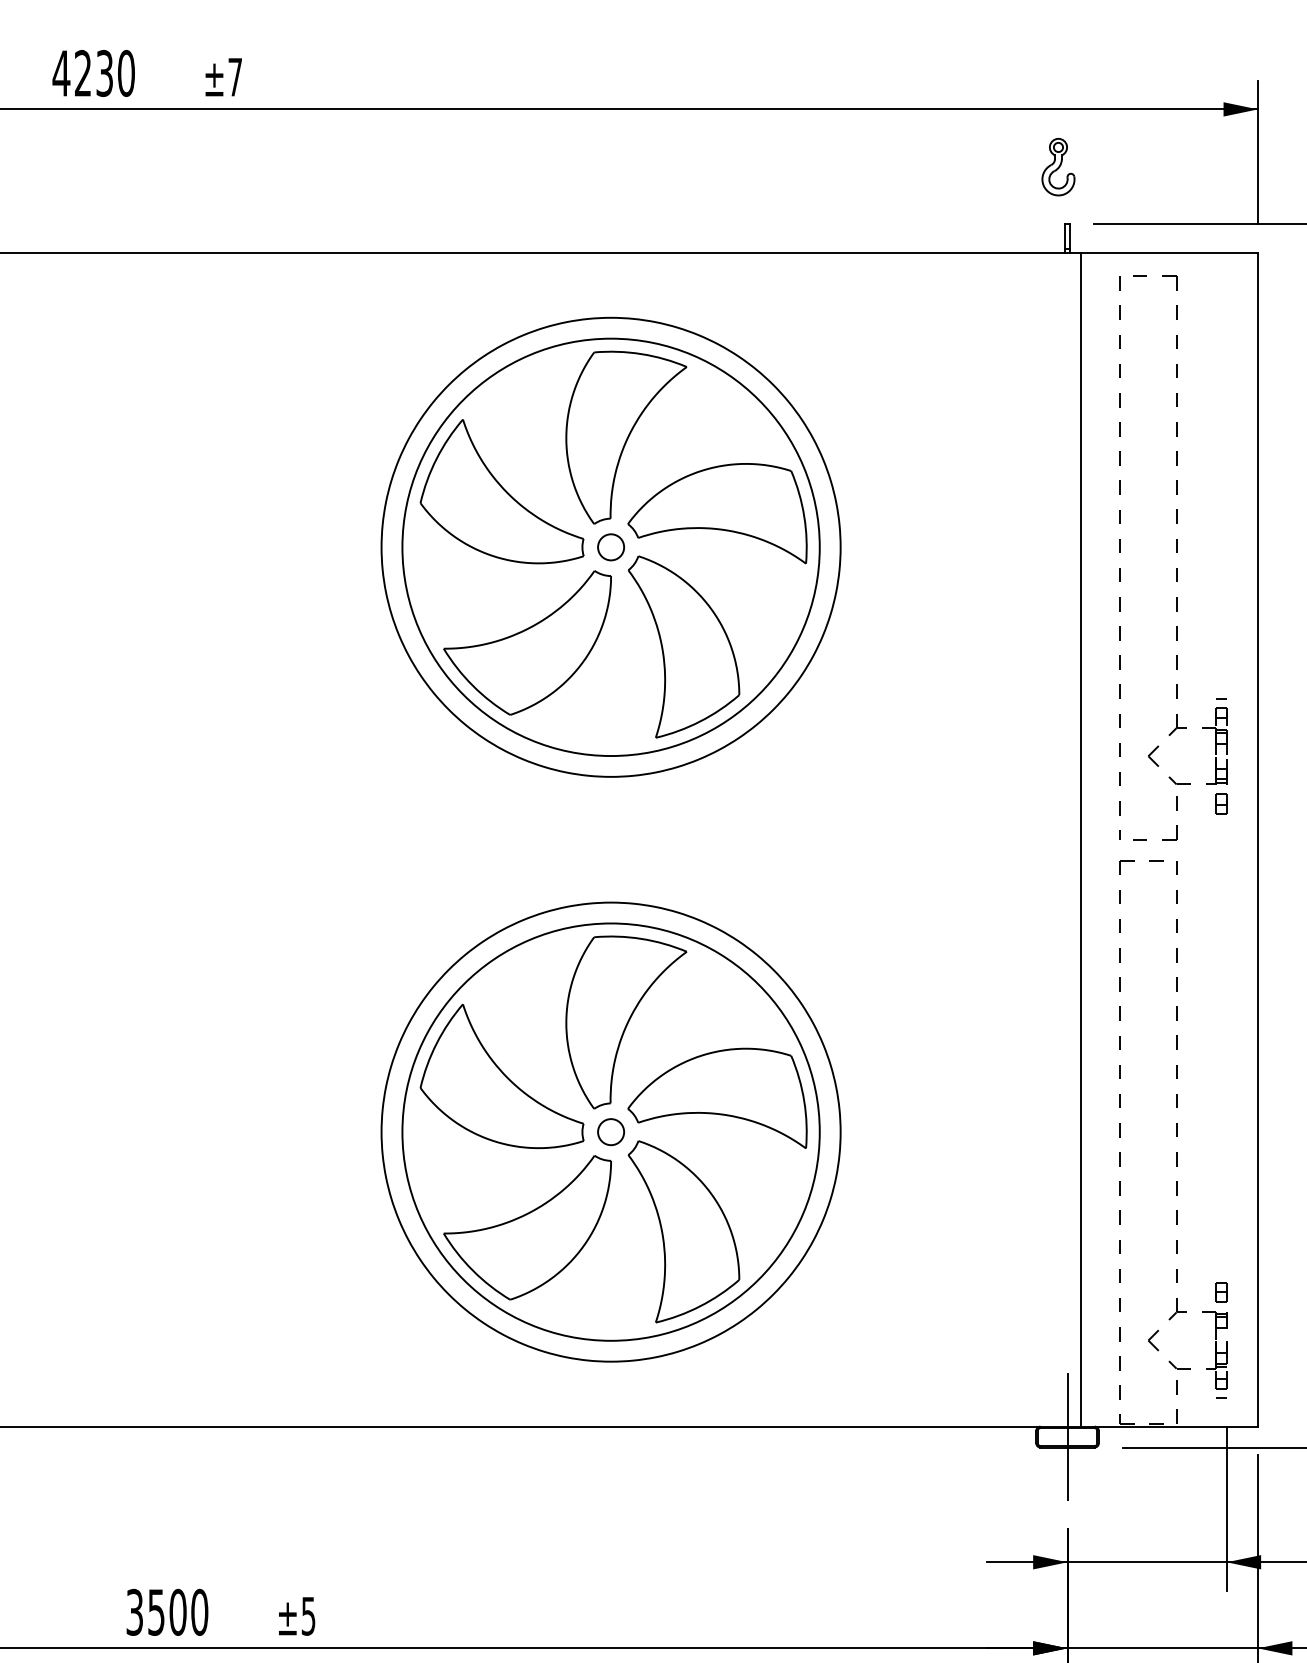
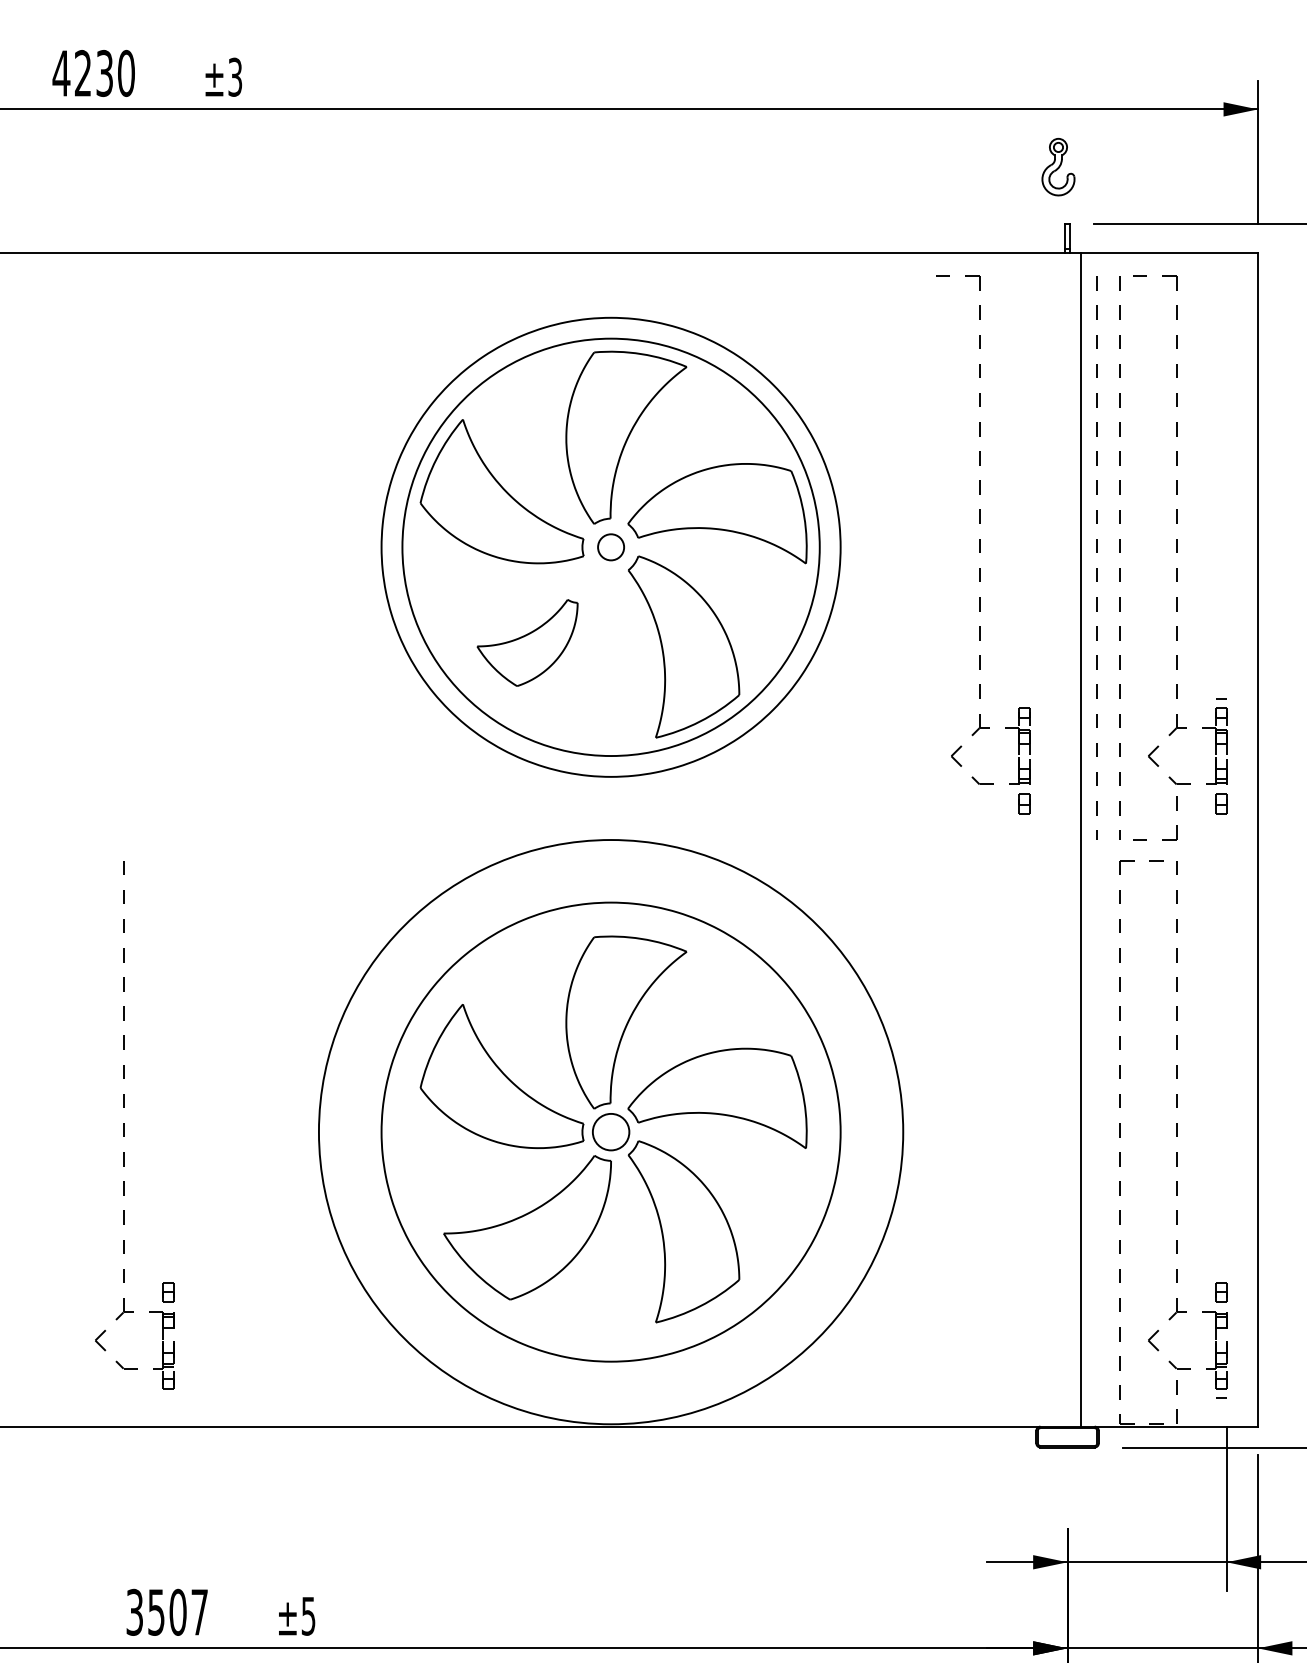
text at (235, 76): ±7 -> ±3
part at (983, 544): none -> present
line at (1096, 552): none -> present
part at (527, 642) size: 169x146 px -> 103x88 px
part at (124, 1125): none -> present
circle at (610, 1131) diameter: 417 px -> 584 px
circle at (611, 1132) diameter: 26 px -> 37 px
line at (1067, 1436): present -> none
text at (199, 1611): 3500 -> 3507
